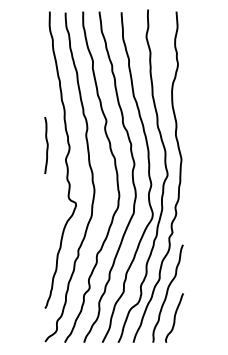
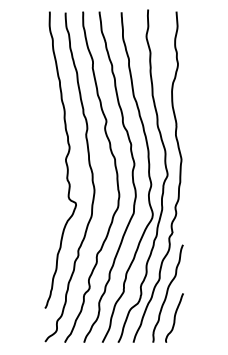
curve at (46, 145): present -> none
